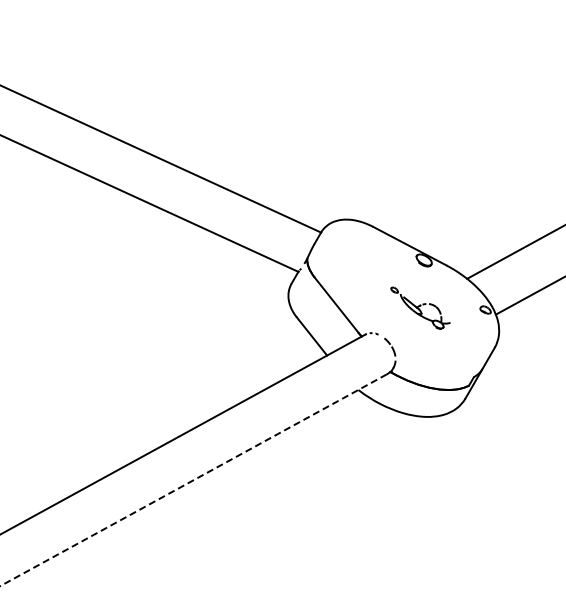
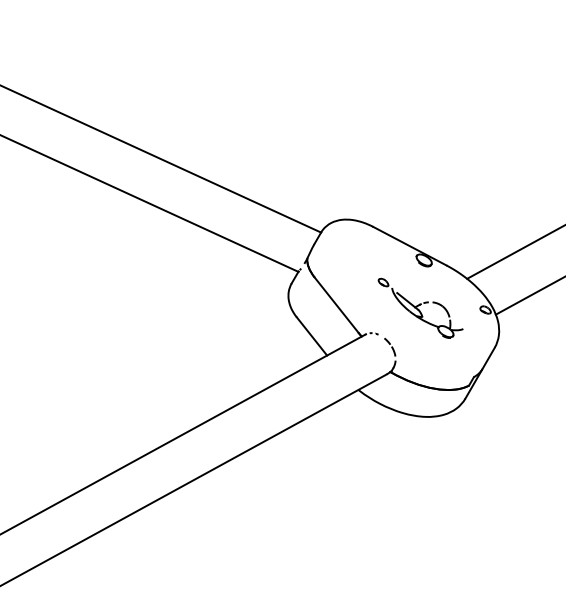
part at (420, 307) size: 61x44 px -> 87x62 px
line at (193, 480): dashed -> solid
